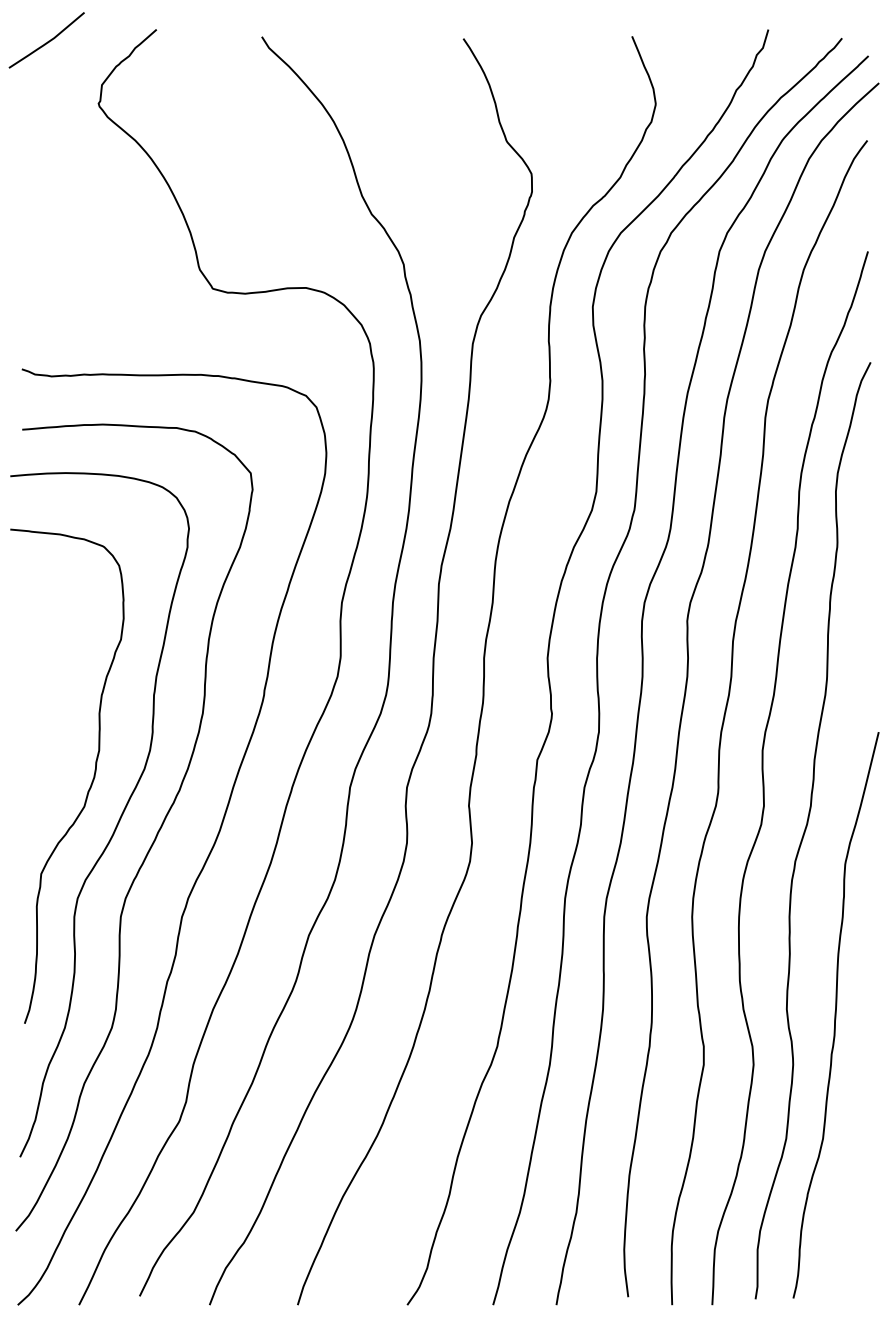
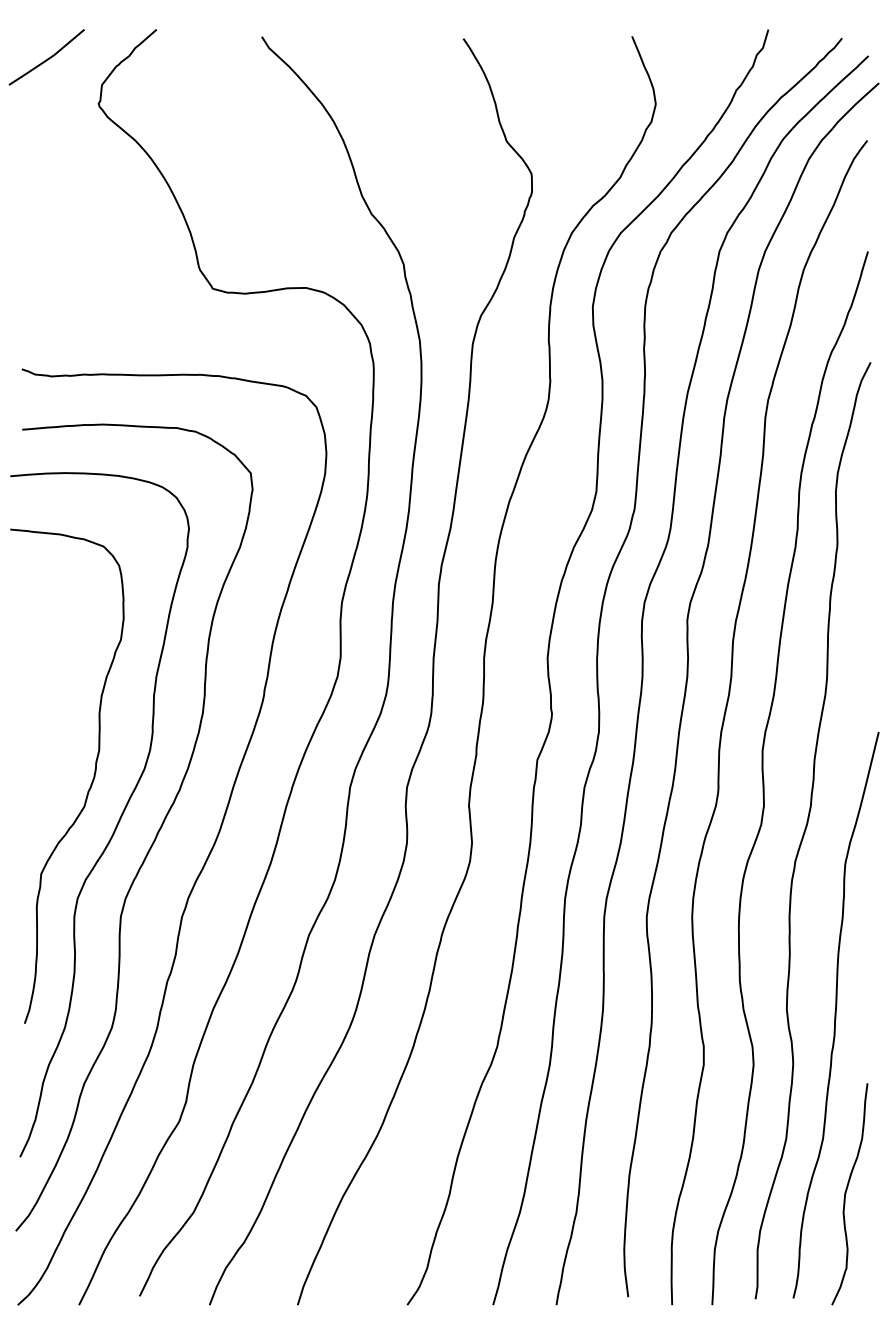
curve at (47, 41) position: (47, 41) -> (47, 58)
curve at (846, 1194): none -> present
